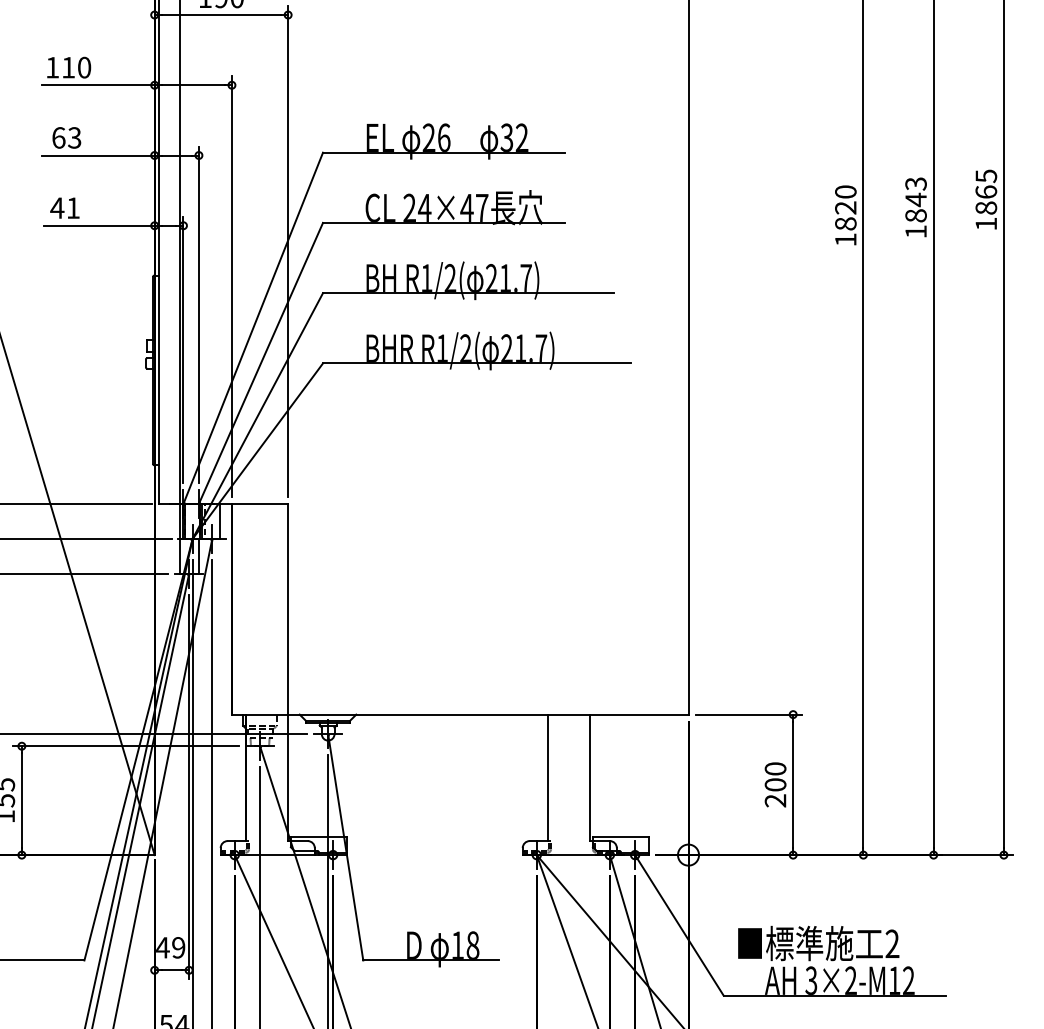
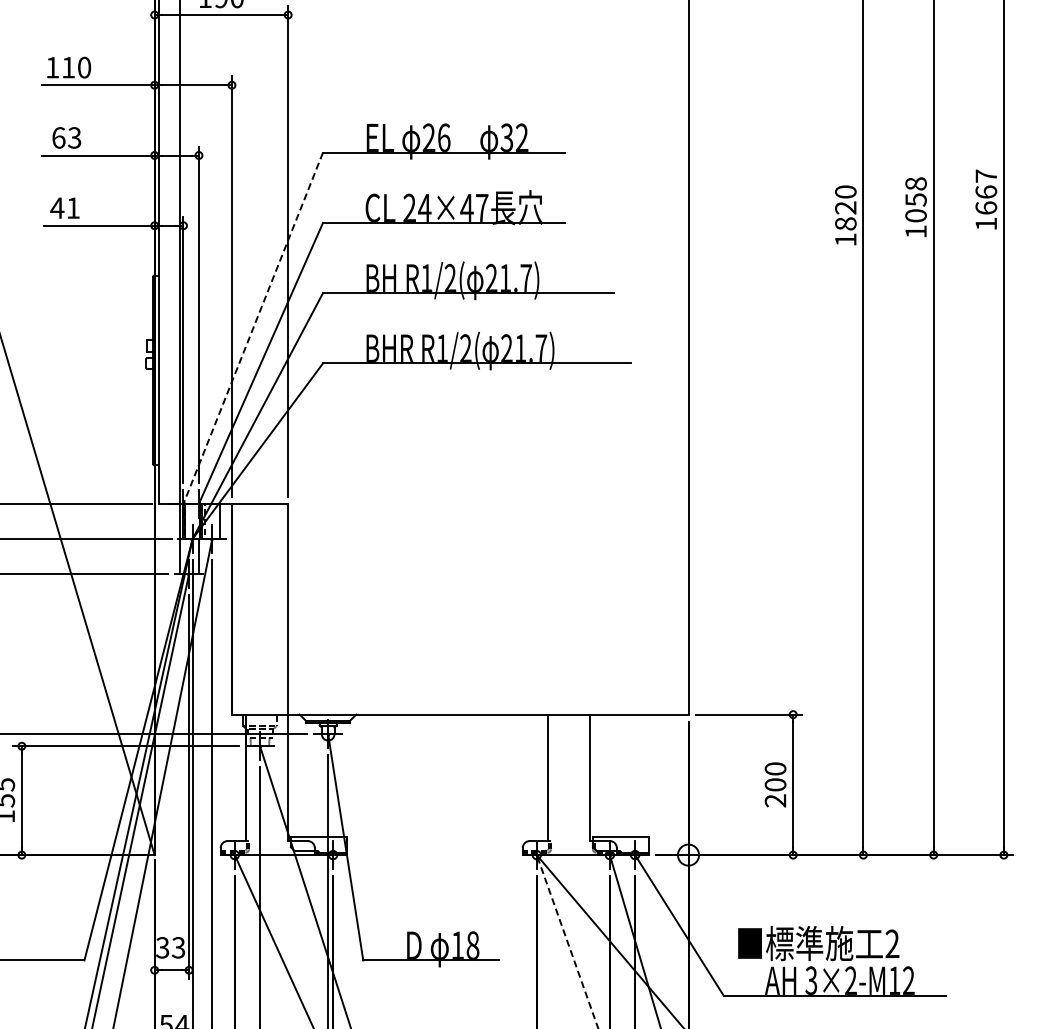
text at (986, 191): 1865 -> 1667
text at (915, 199): 1843 -> 1058
line at (253, 328): solid -> dashed
line at (567, 941): solid -> dashed
text at (170, 947): 49 -> 33
